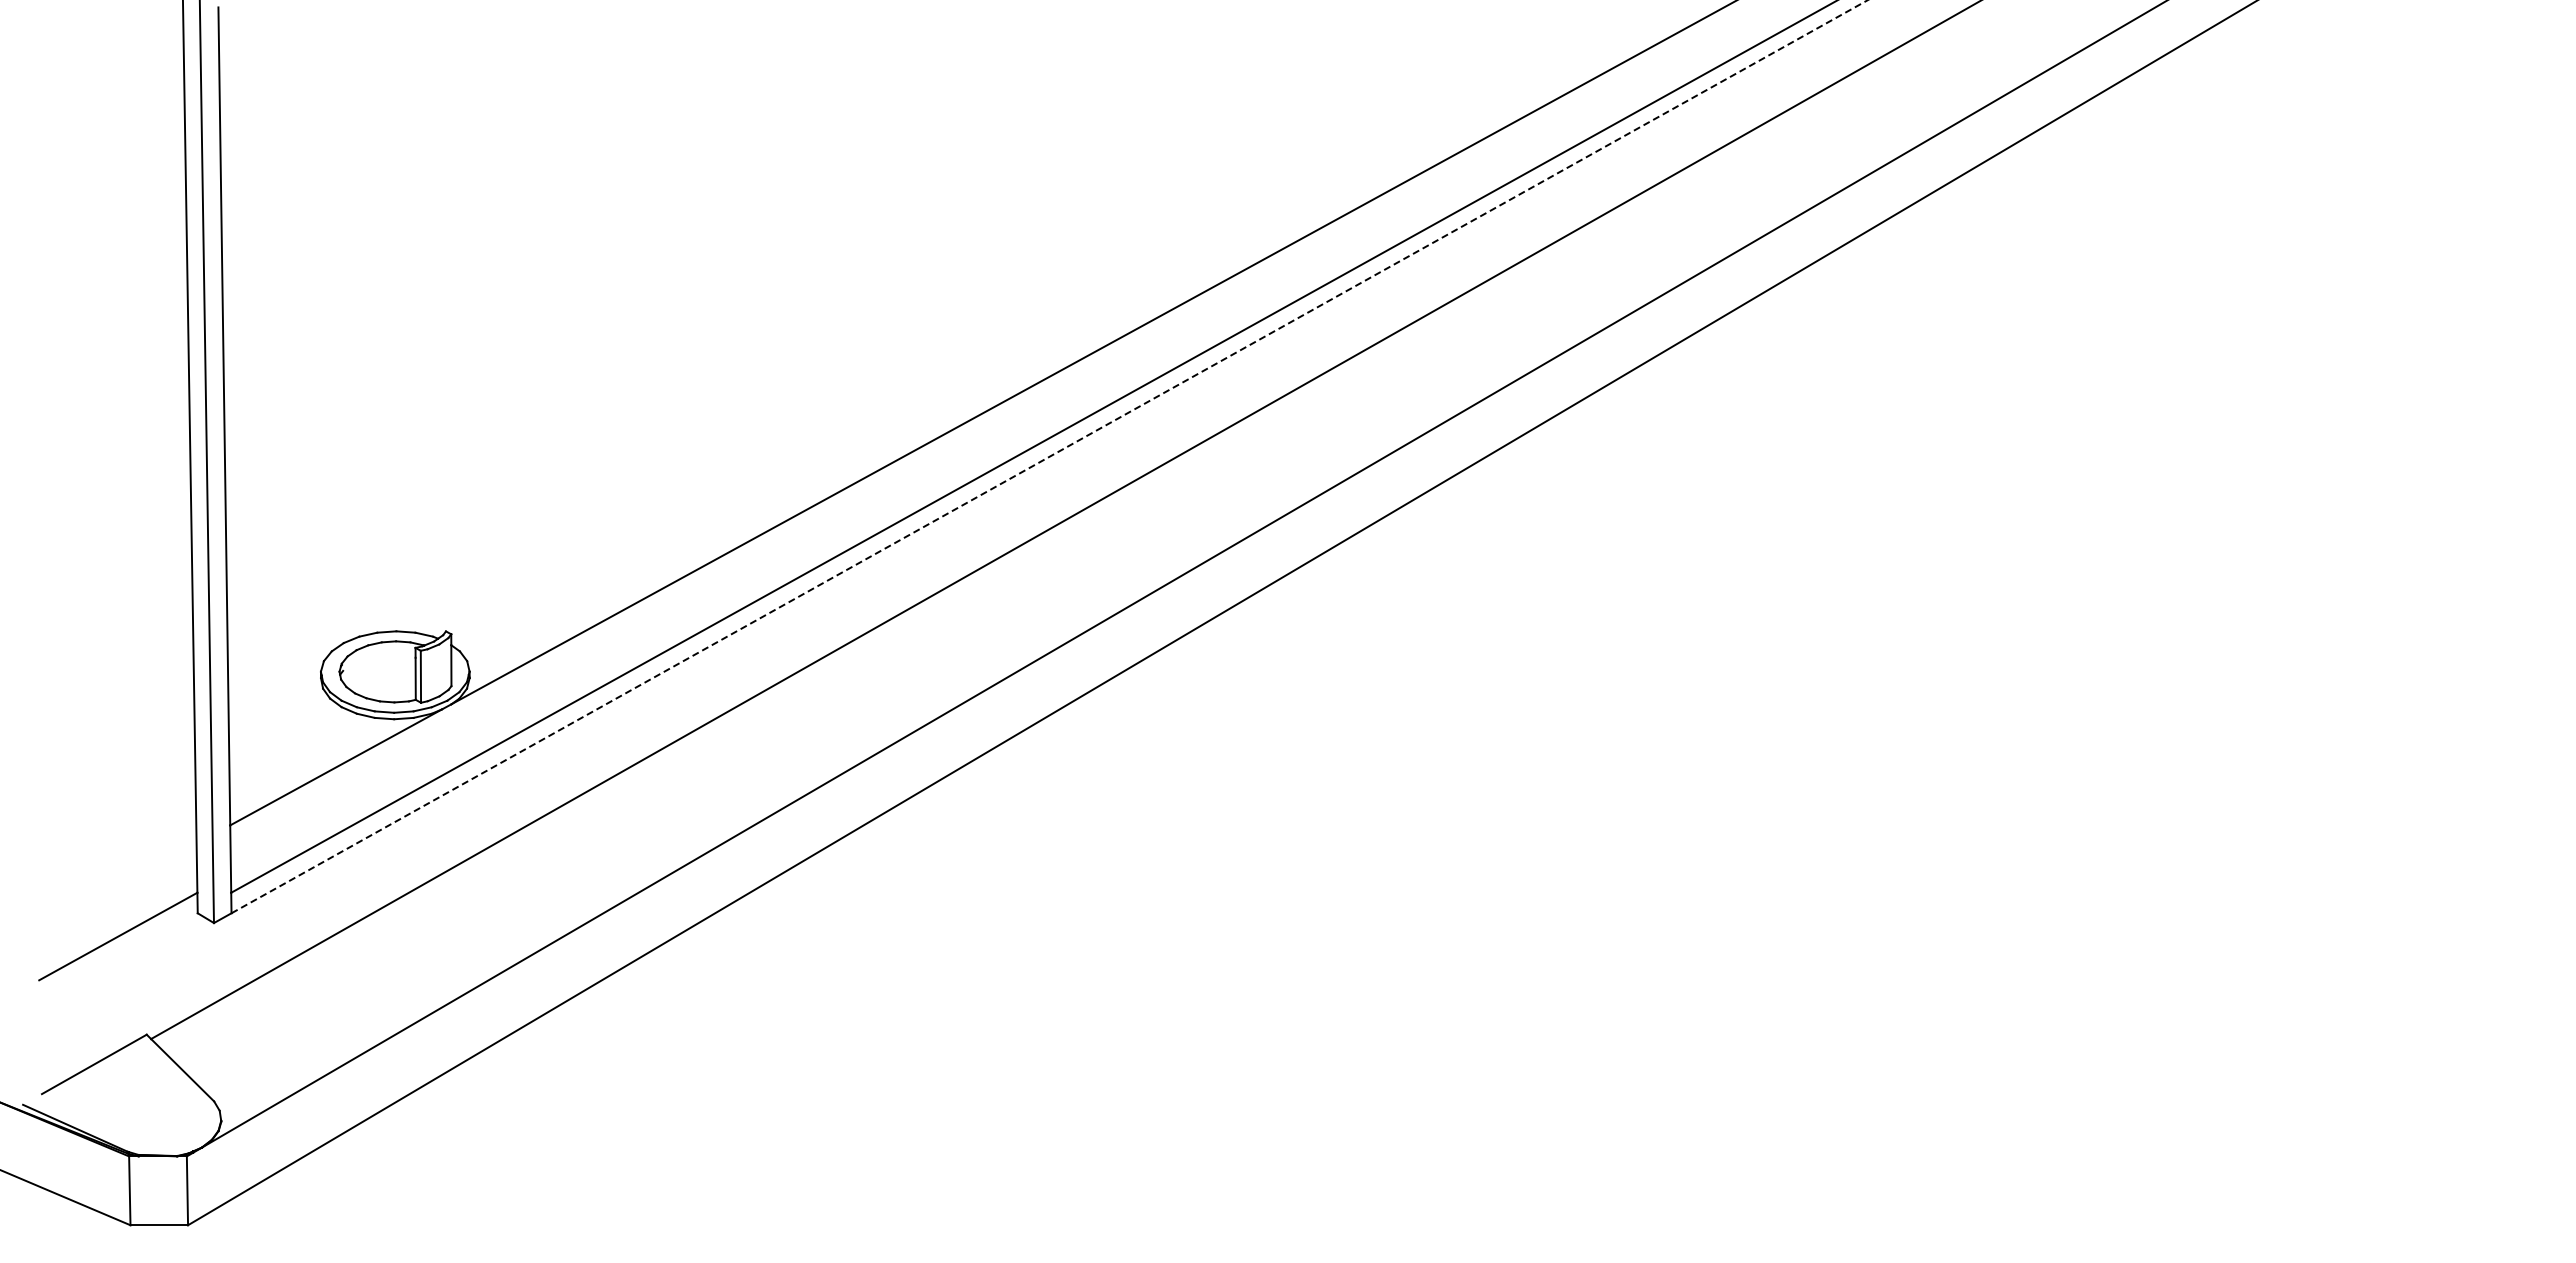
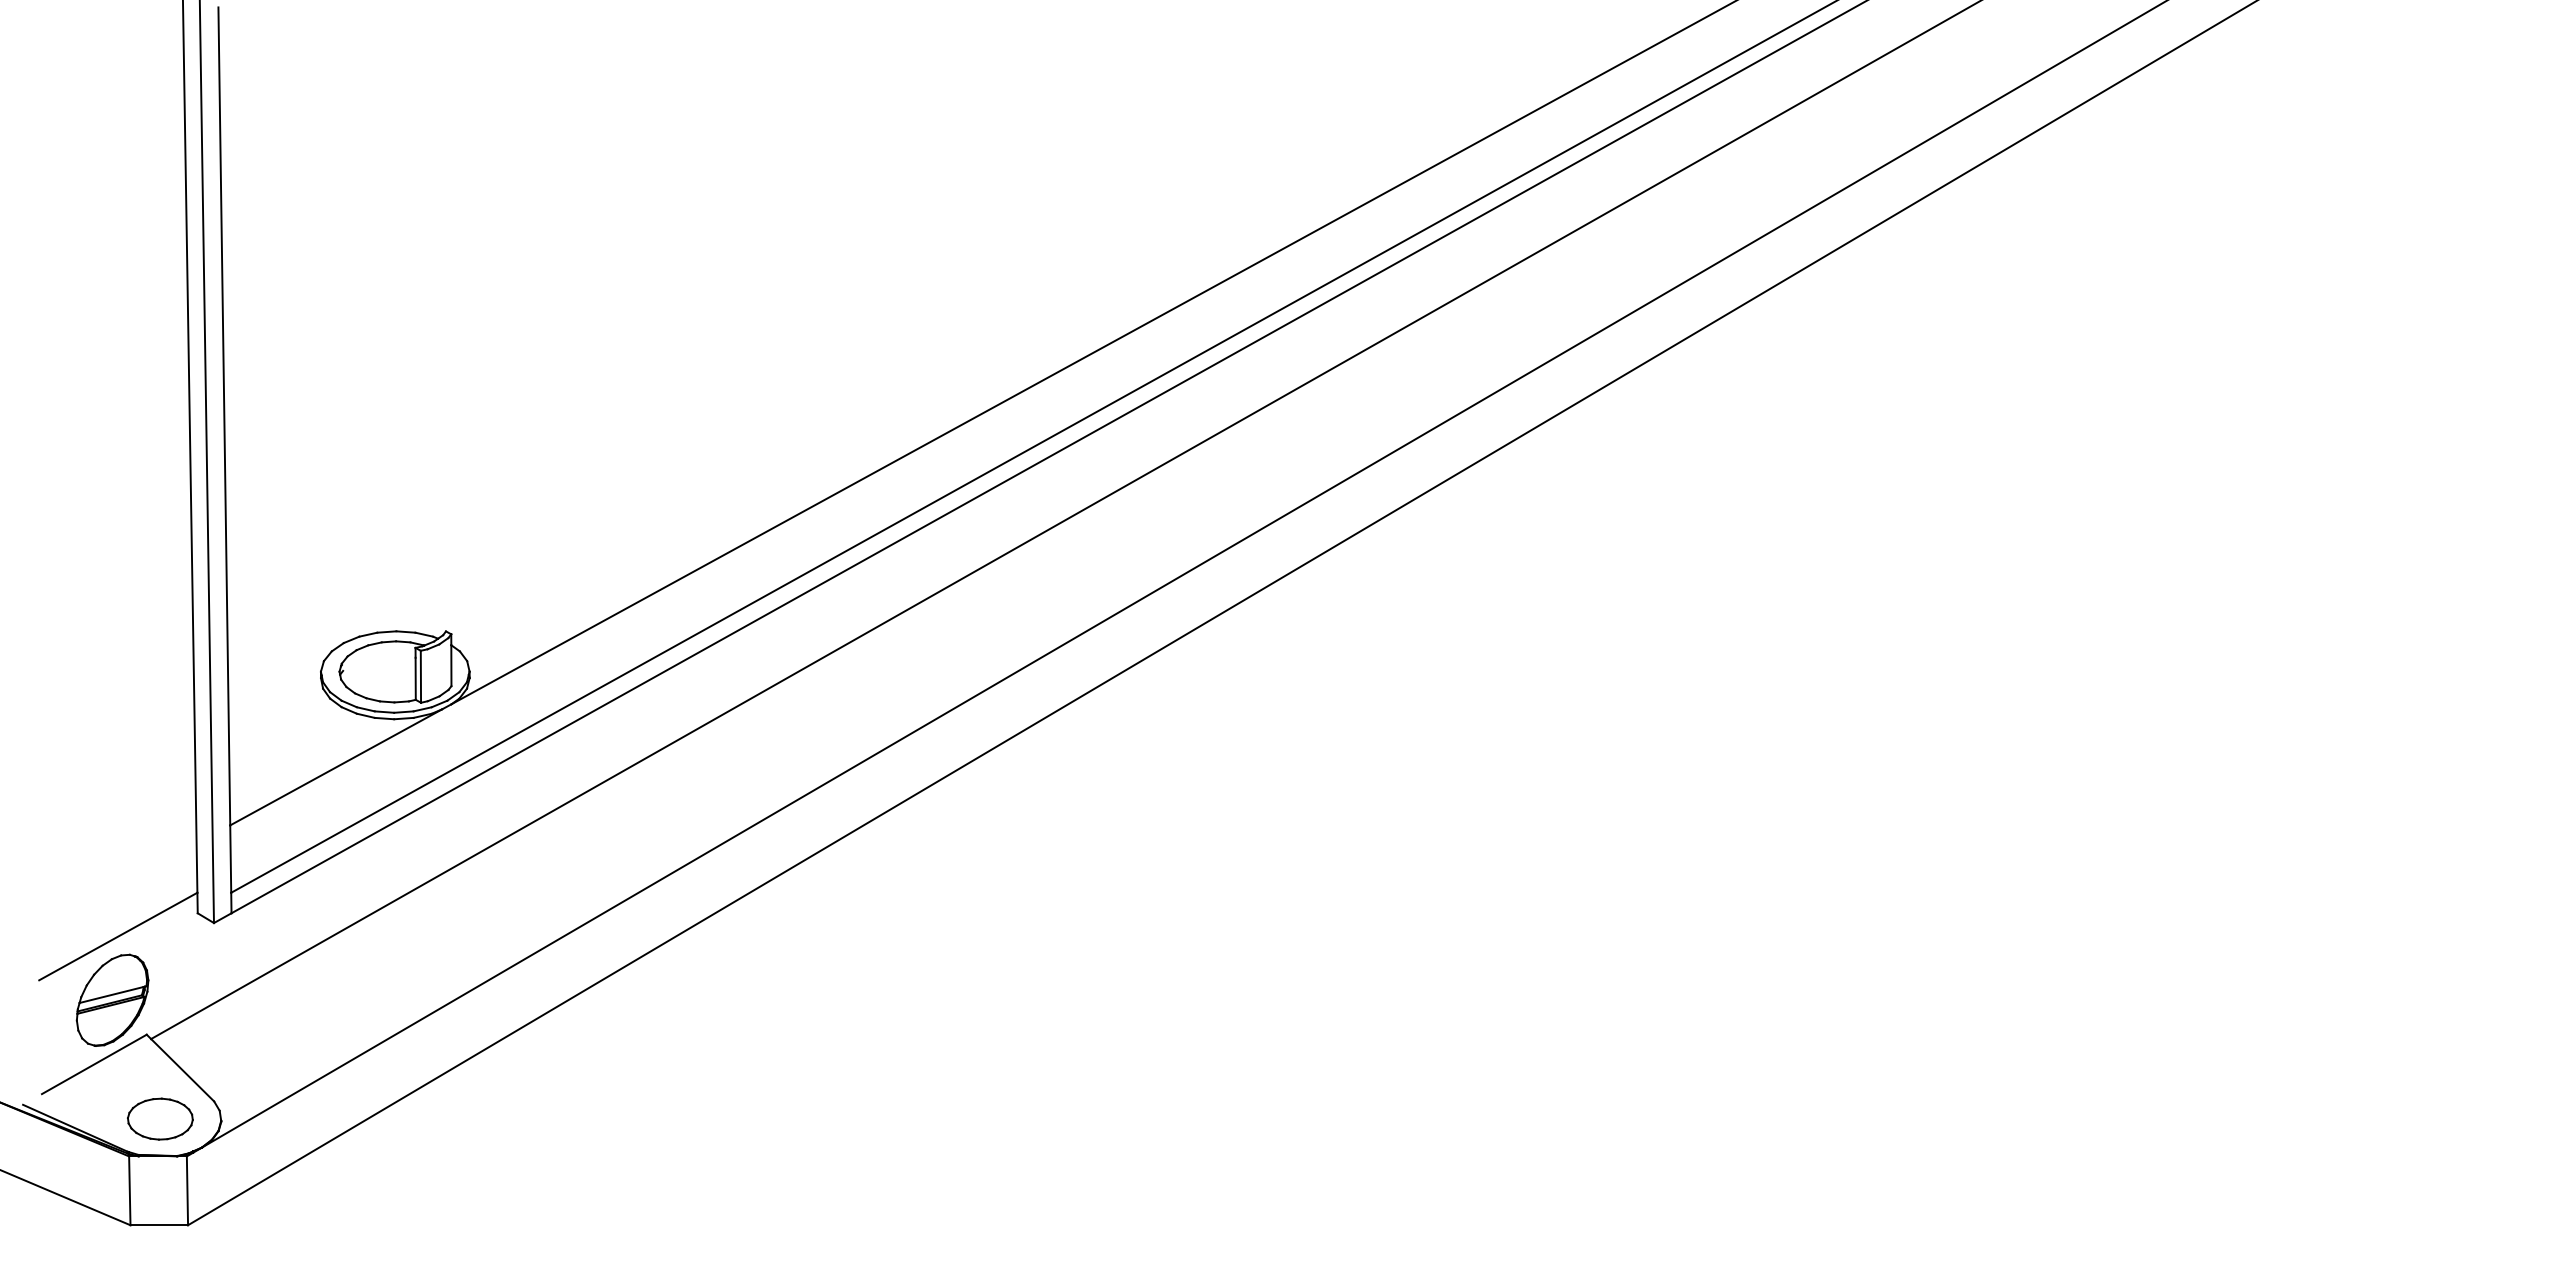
line at (1049, 456): dashed -> solid
part at (112, 999): none -> present
part at (160, 1118): none -> present
